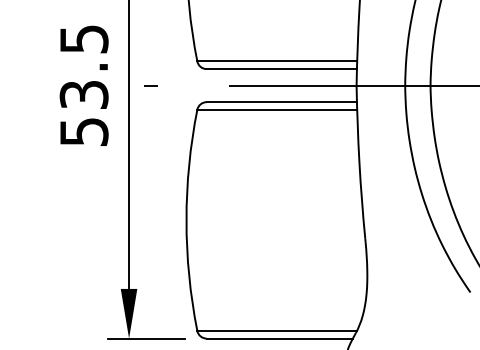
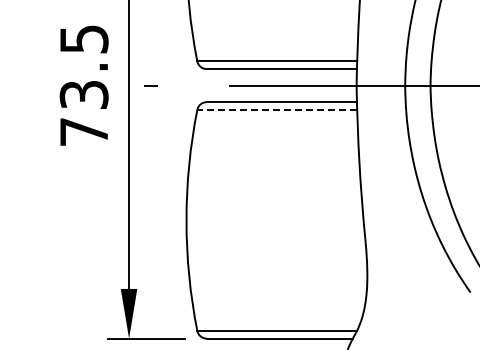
line at (277, 109): solid -> dashed
text at (84, 131): 53.5 -> 73.5
